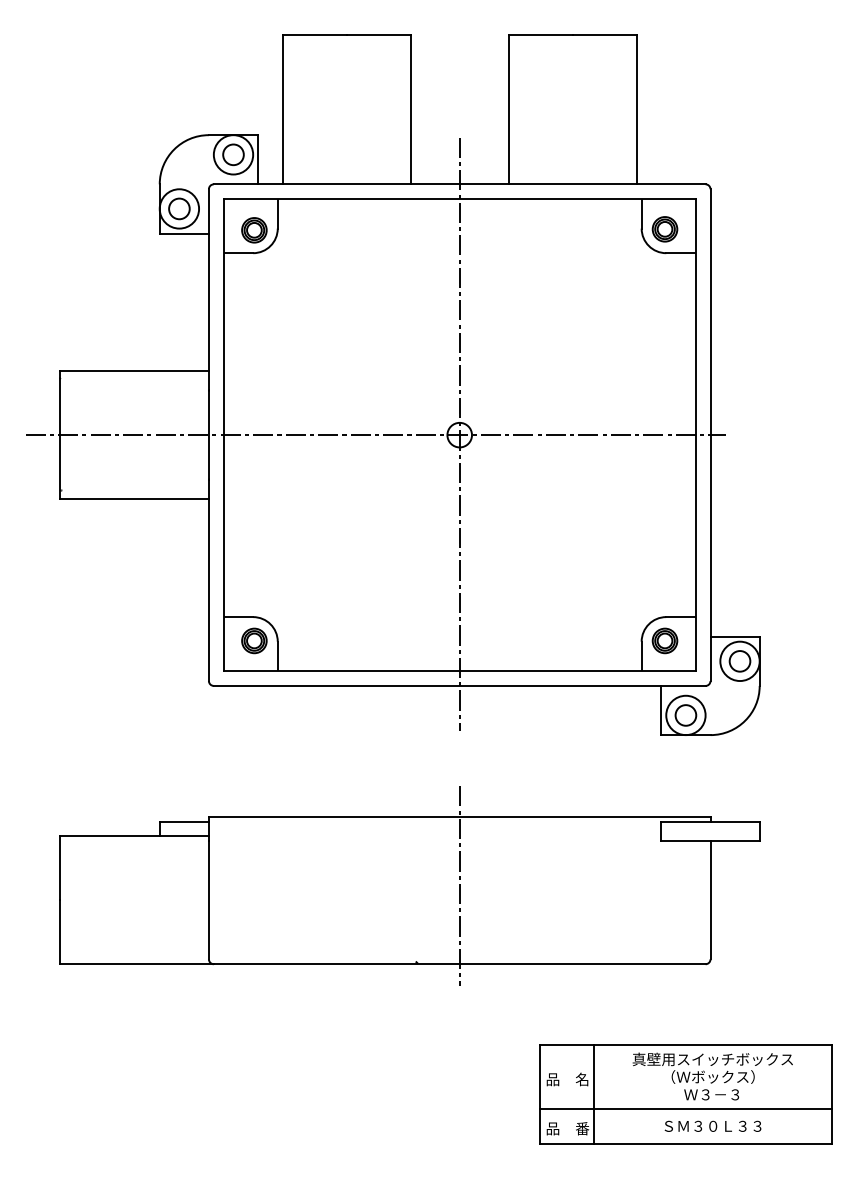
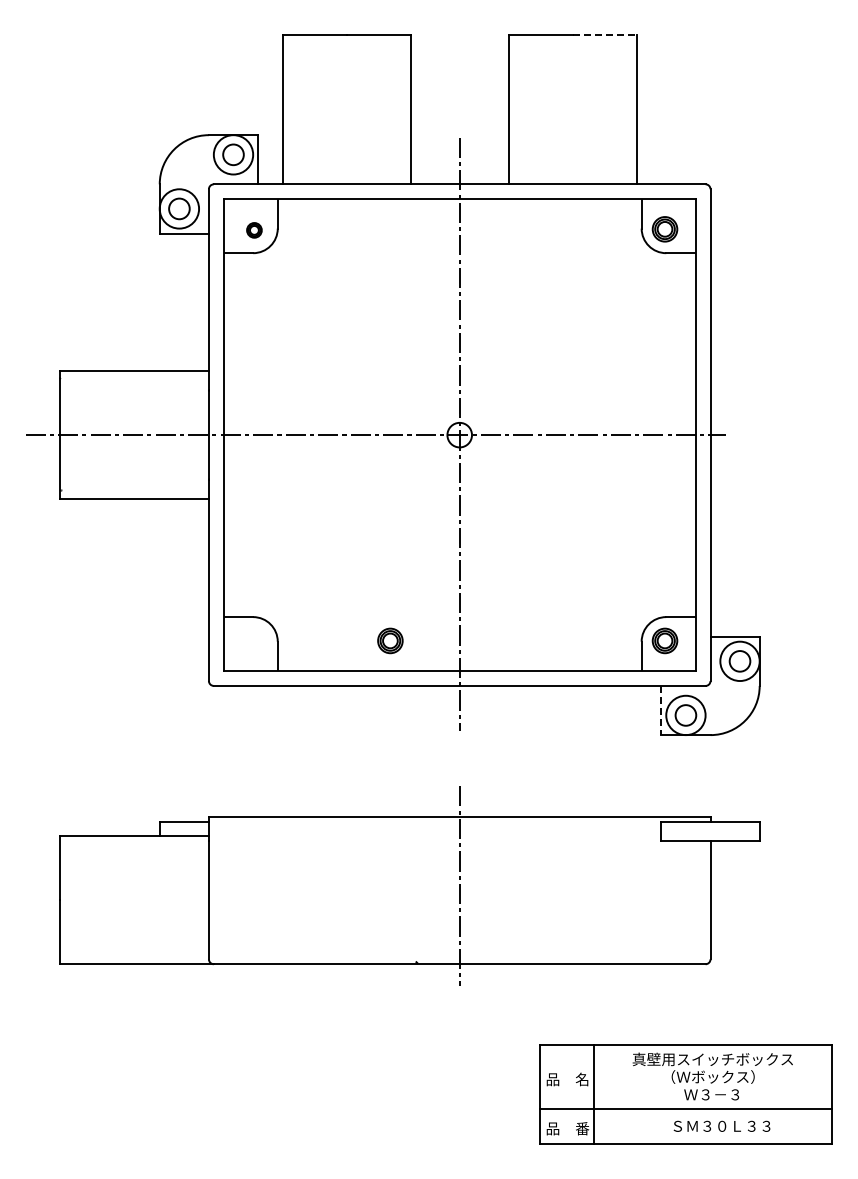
line at (604, 35): solid -> dashed
part at (254, 230) size: 27x27 px -> 17x17 px
part at (254, 640) position: (254, 640) -> (390, 640)
line at (661, 710): solid -> dashed
text at (712, 1125) position: (712, 1125) -> (721, 1125)
